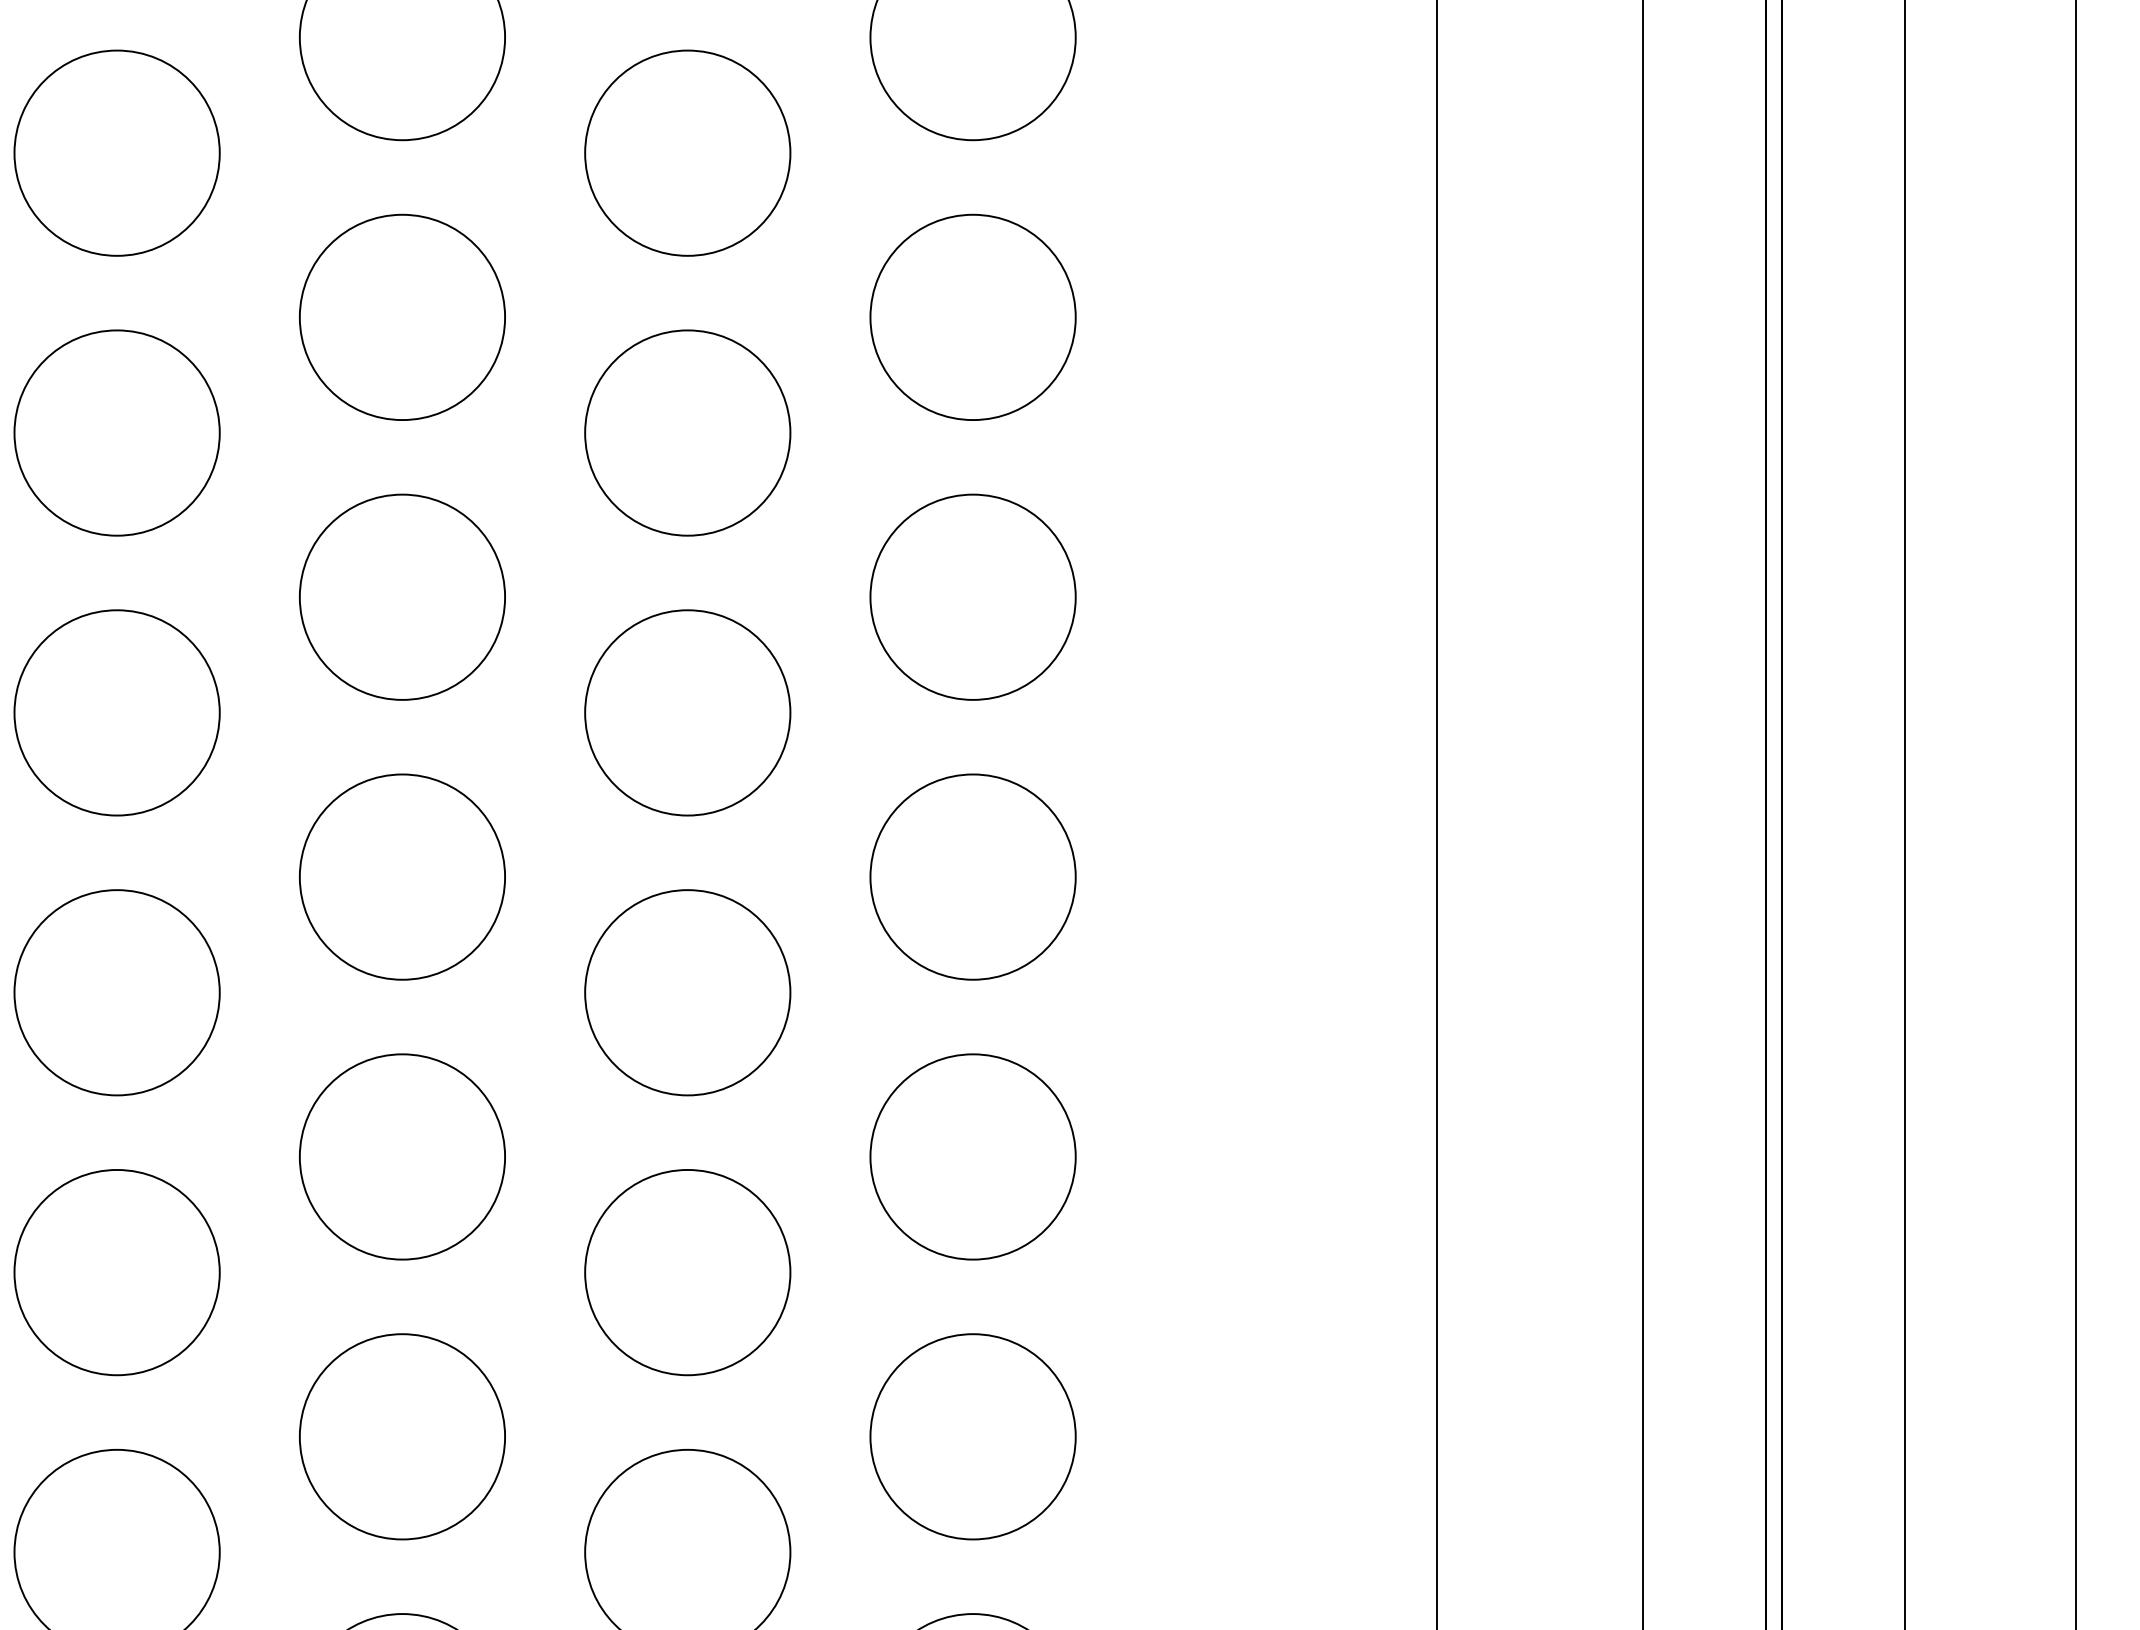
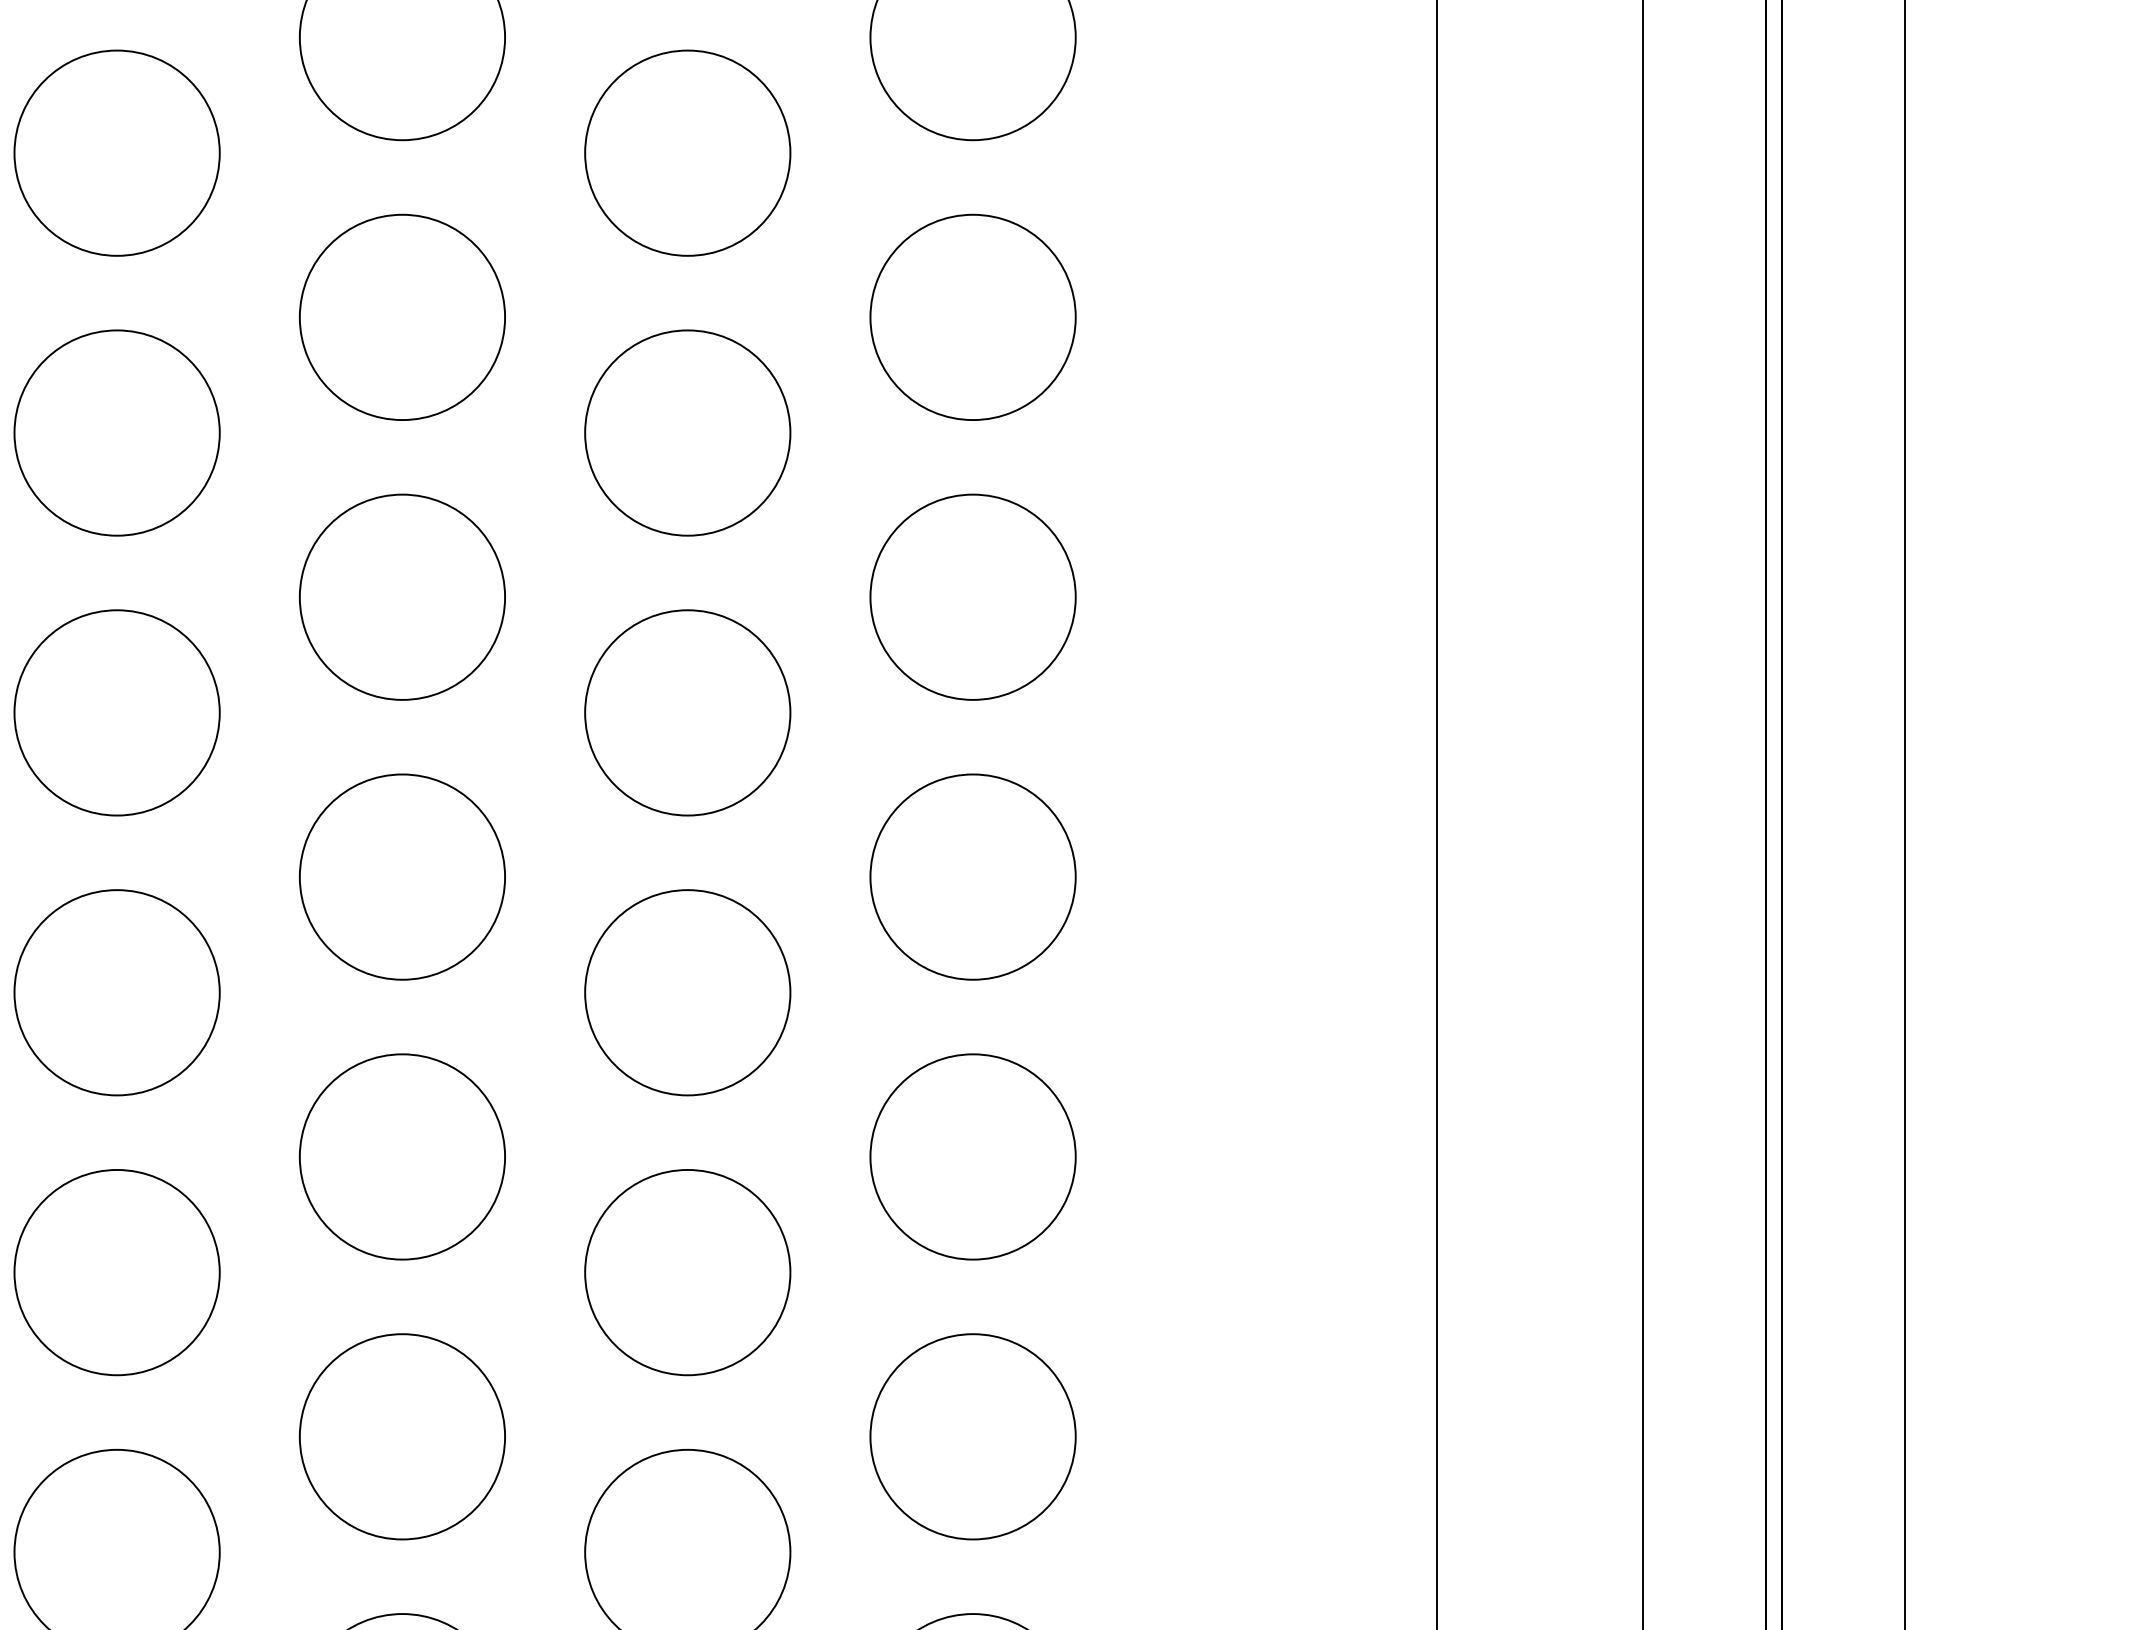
line at (2075, 814): present -> none
